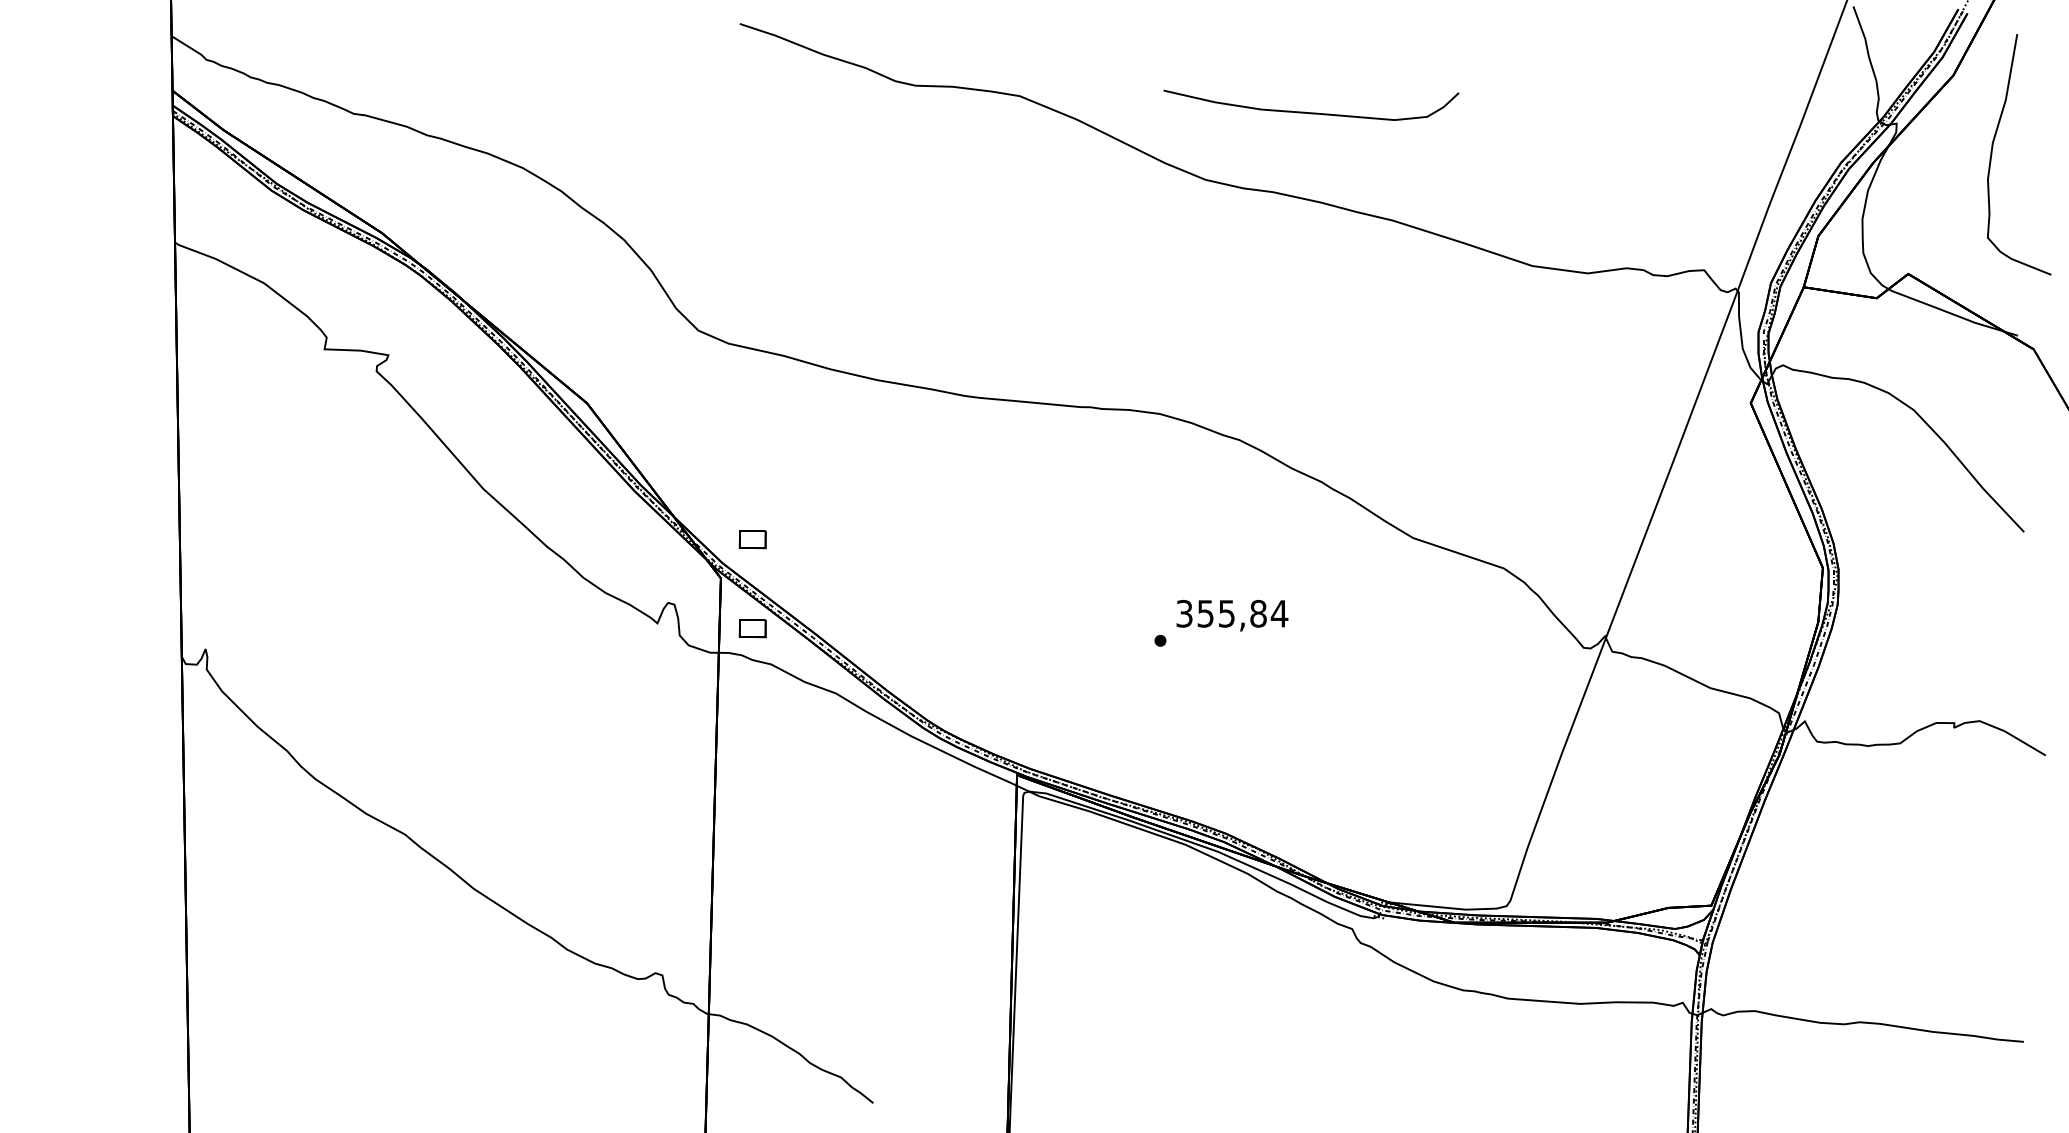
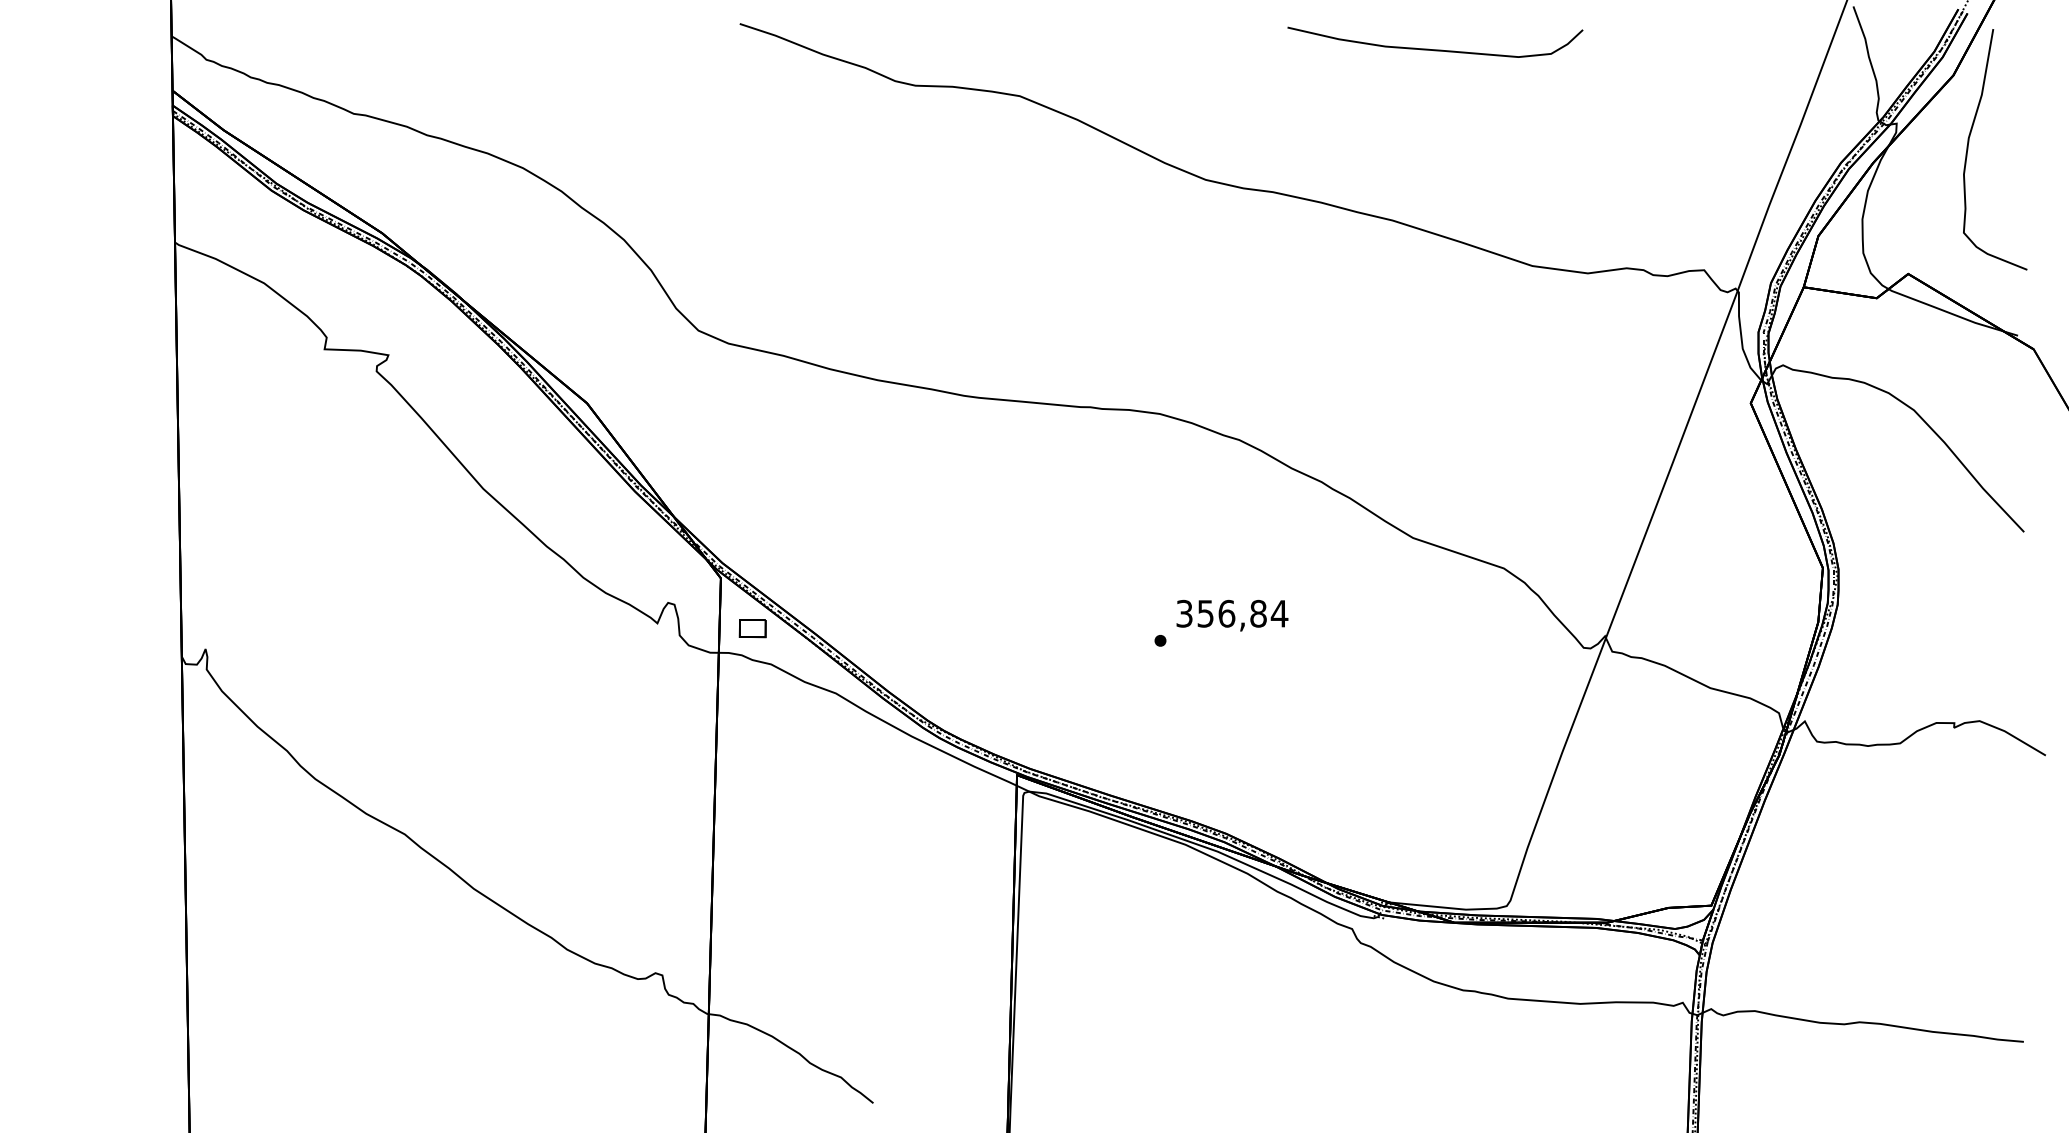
curve at (1311, 112) position: (1311, 112) -> (1435, 49)
curve at (1993, 147) position: (1993, 147) -> (1969, 142)
part at (752, 539): present -> none
text at (1226, 613): 355,84 -> 356,84
